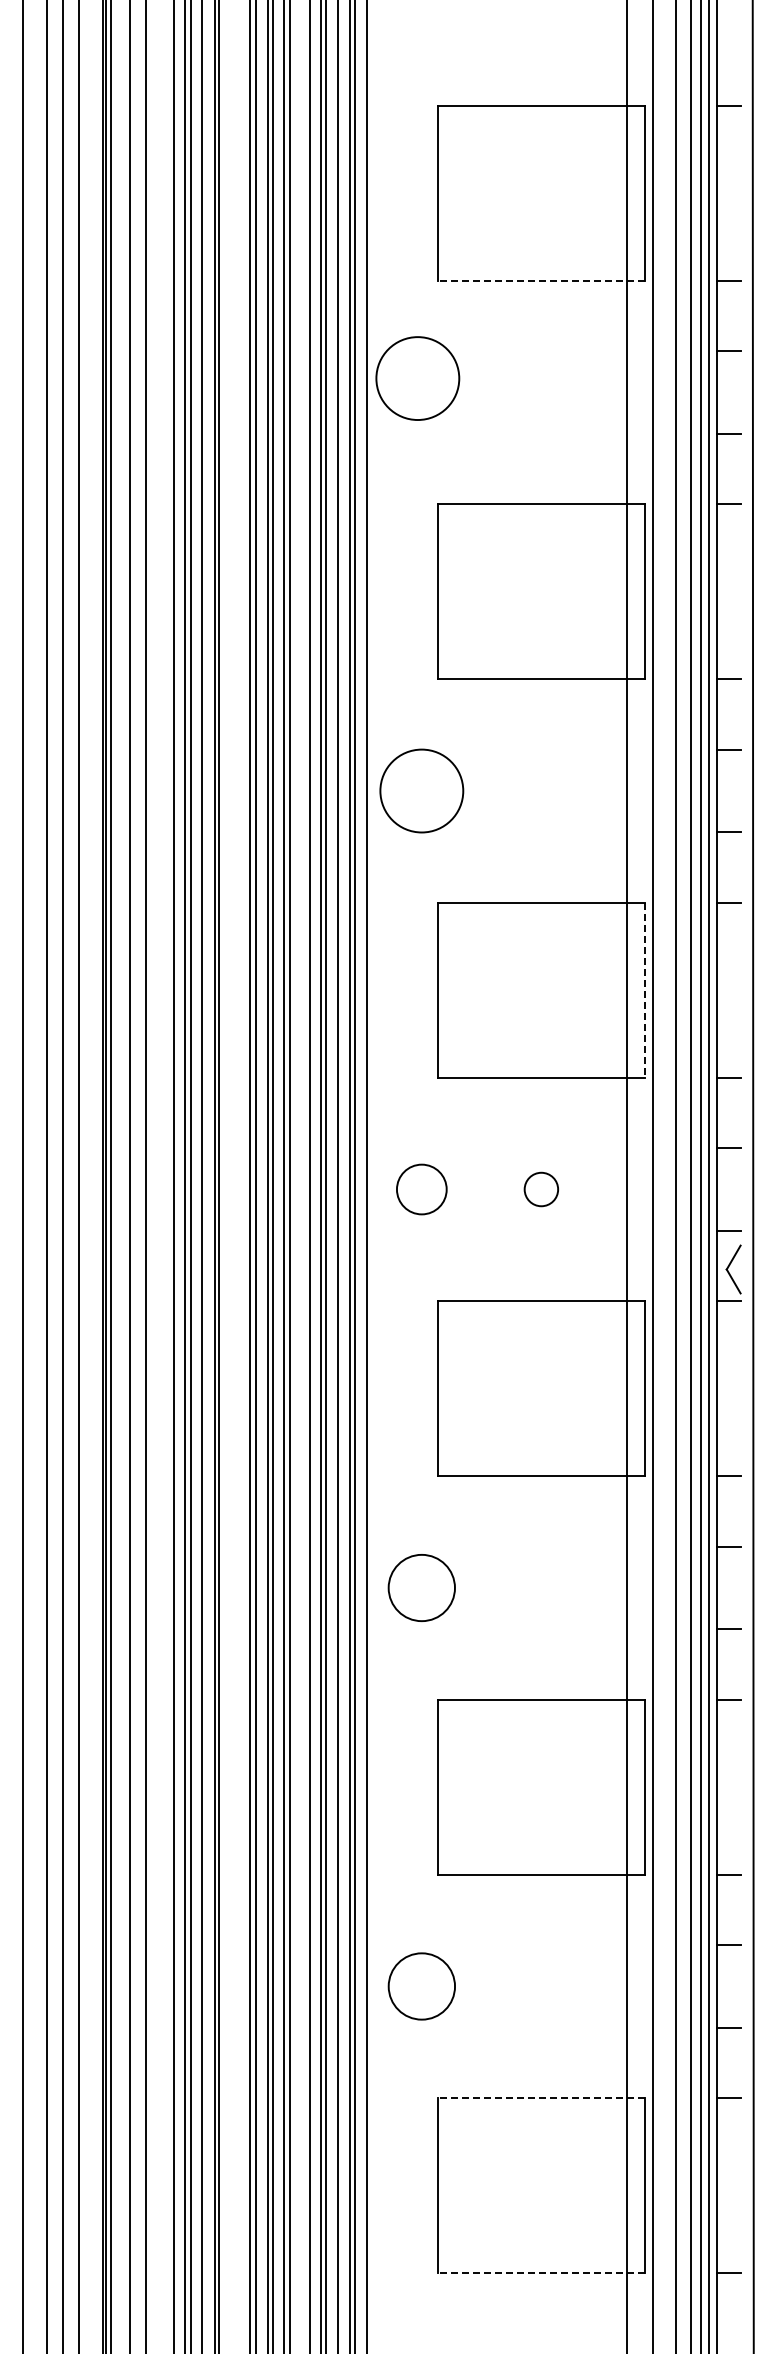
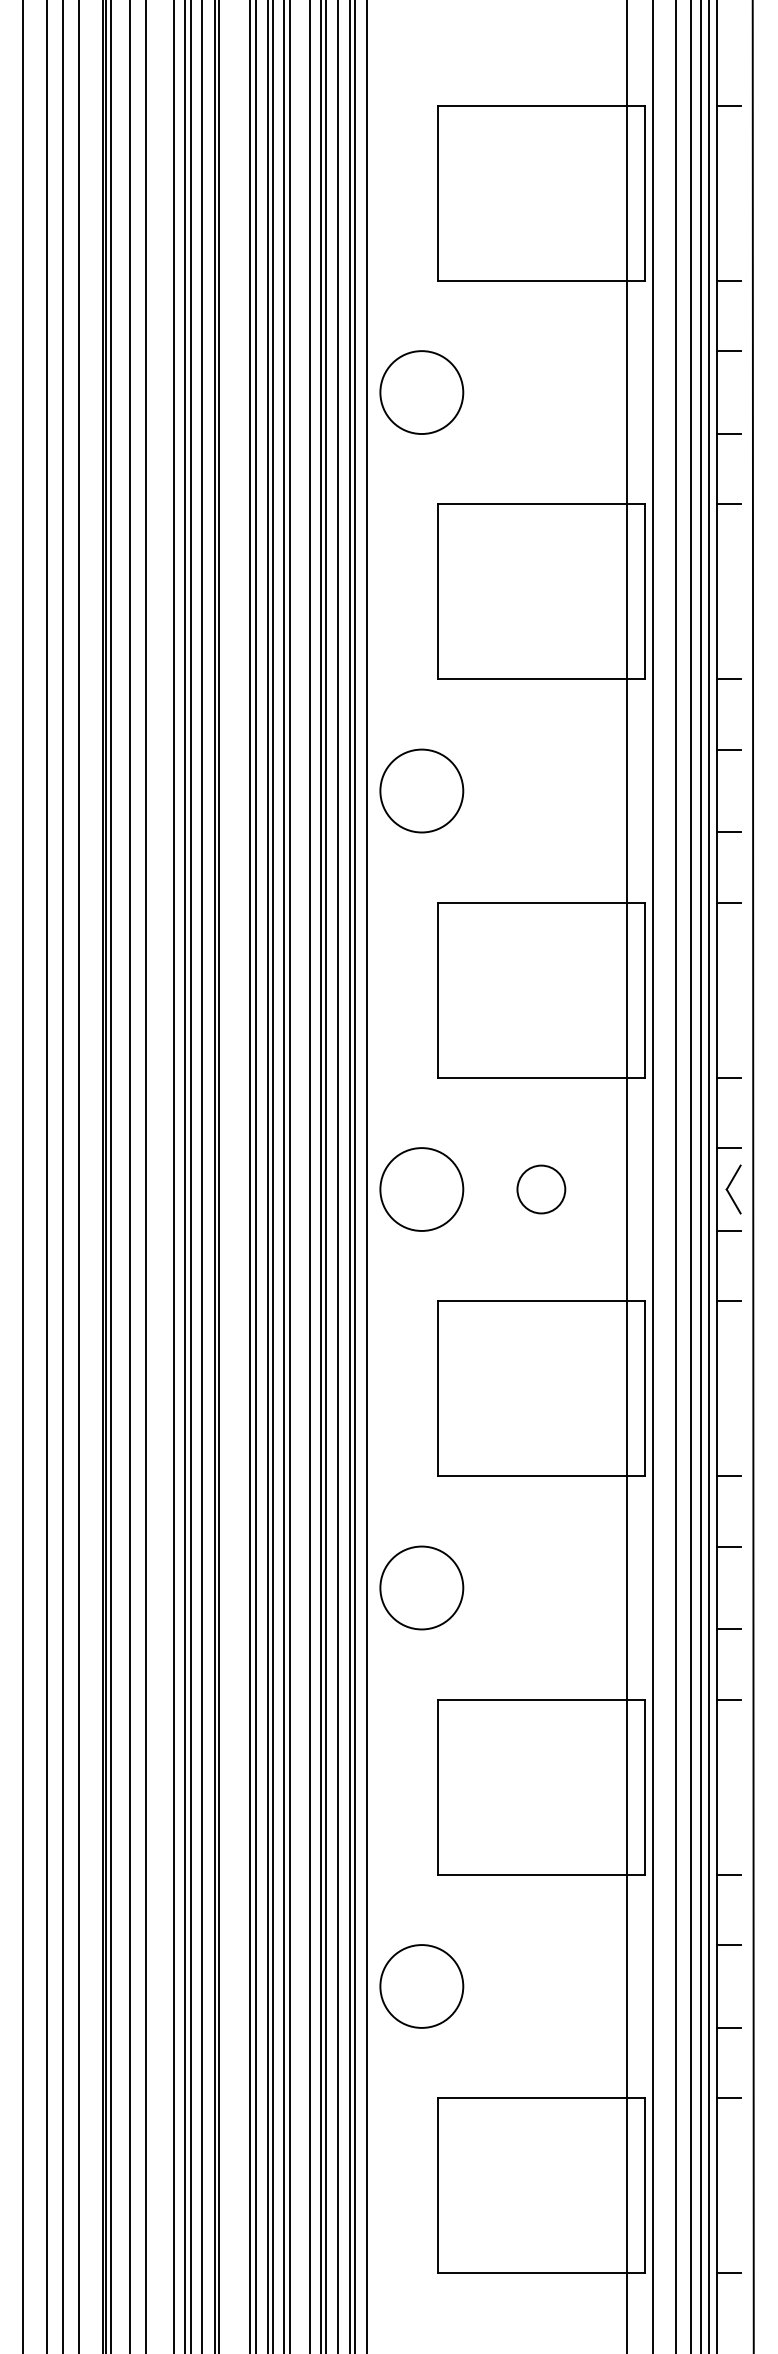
line at (541, 280): dashed -> solid
circle at (417, 378) position: (417, 378) -> (421, 392)
line at (644, 990): dashed -> solid
circle at (421, 1189) diameter: 50 px -> 83 px
circle at (540, 1189) size: 36x37 px -> 51x51 px
part at (733, 1269) position: (733, 1269) -> (733, 1189)
circle at (421, 1587) diameter: 66 px -> 83 px
circle at (421, 1986) size: 69x69 px -> 86x85 px
line at (541, 2098): dashed -> solid
line at (541, 2273): dashed -> solid
